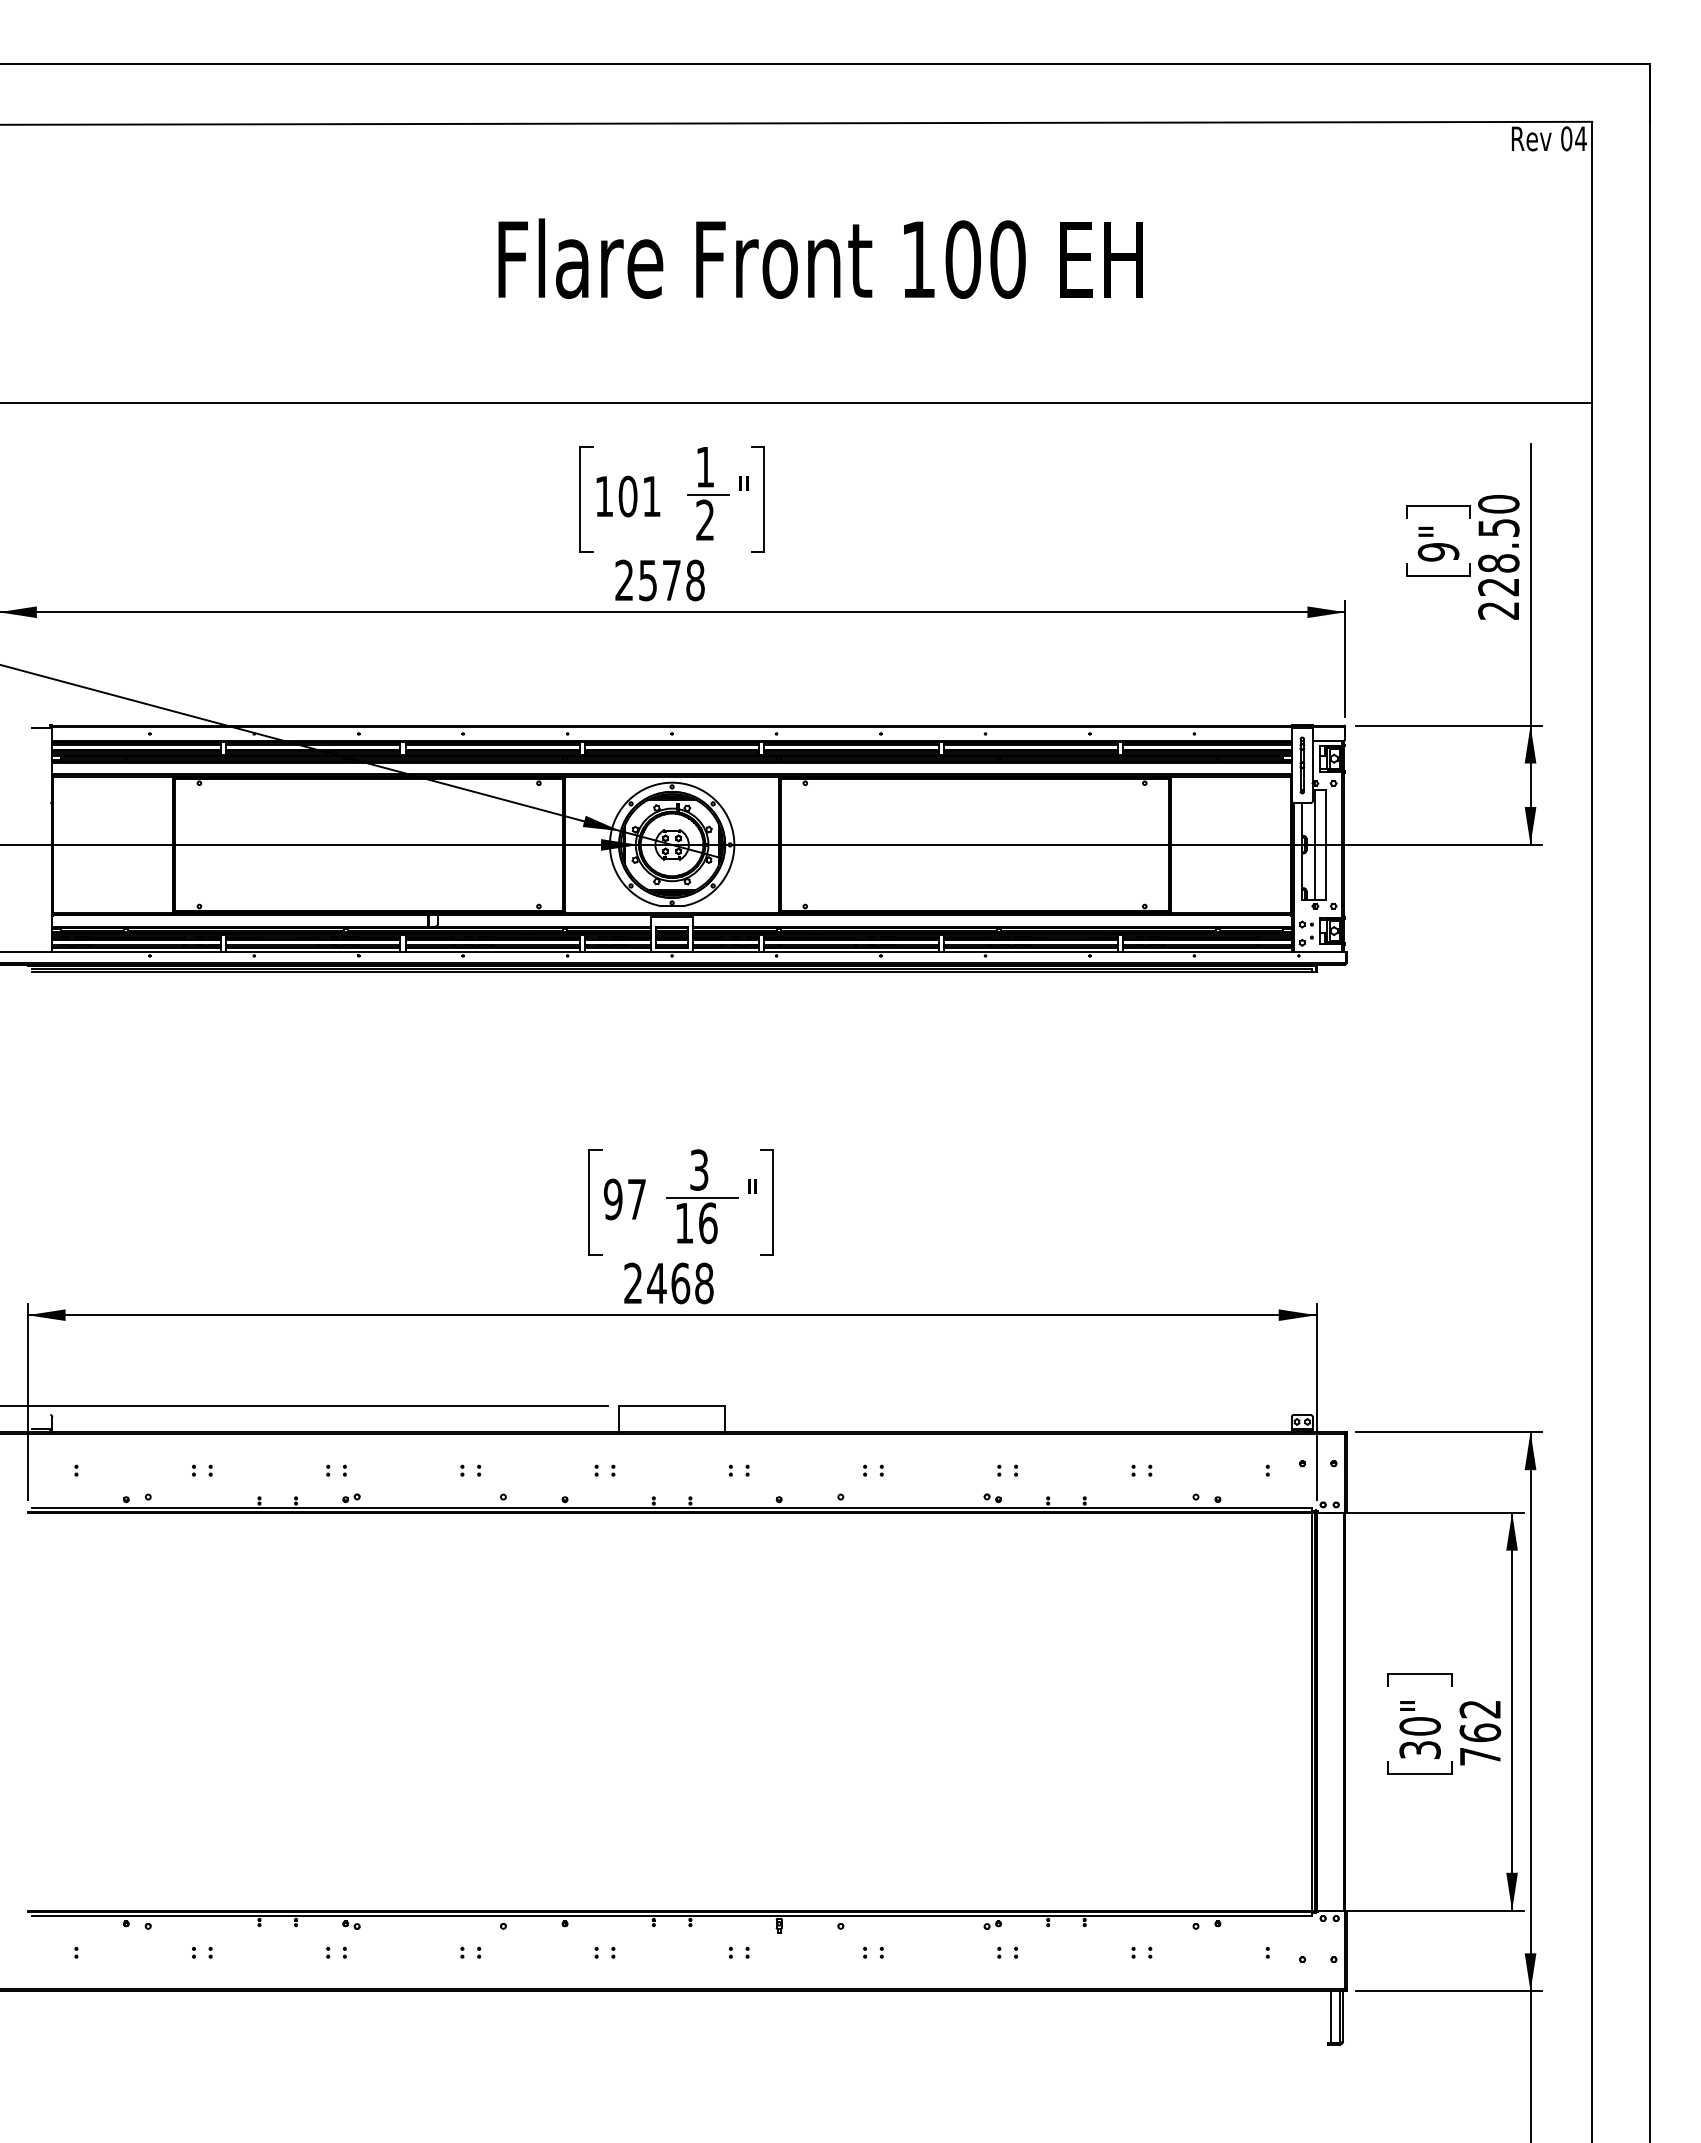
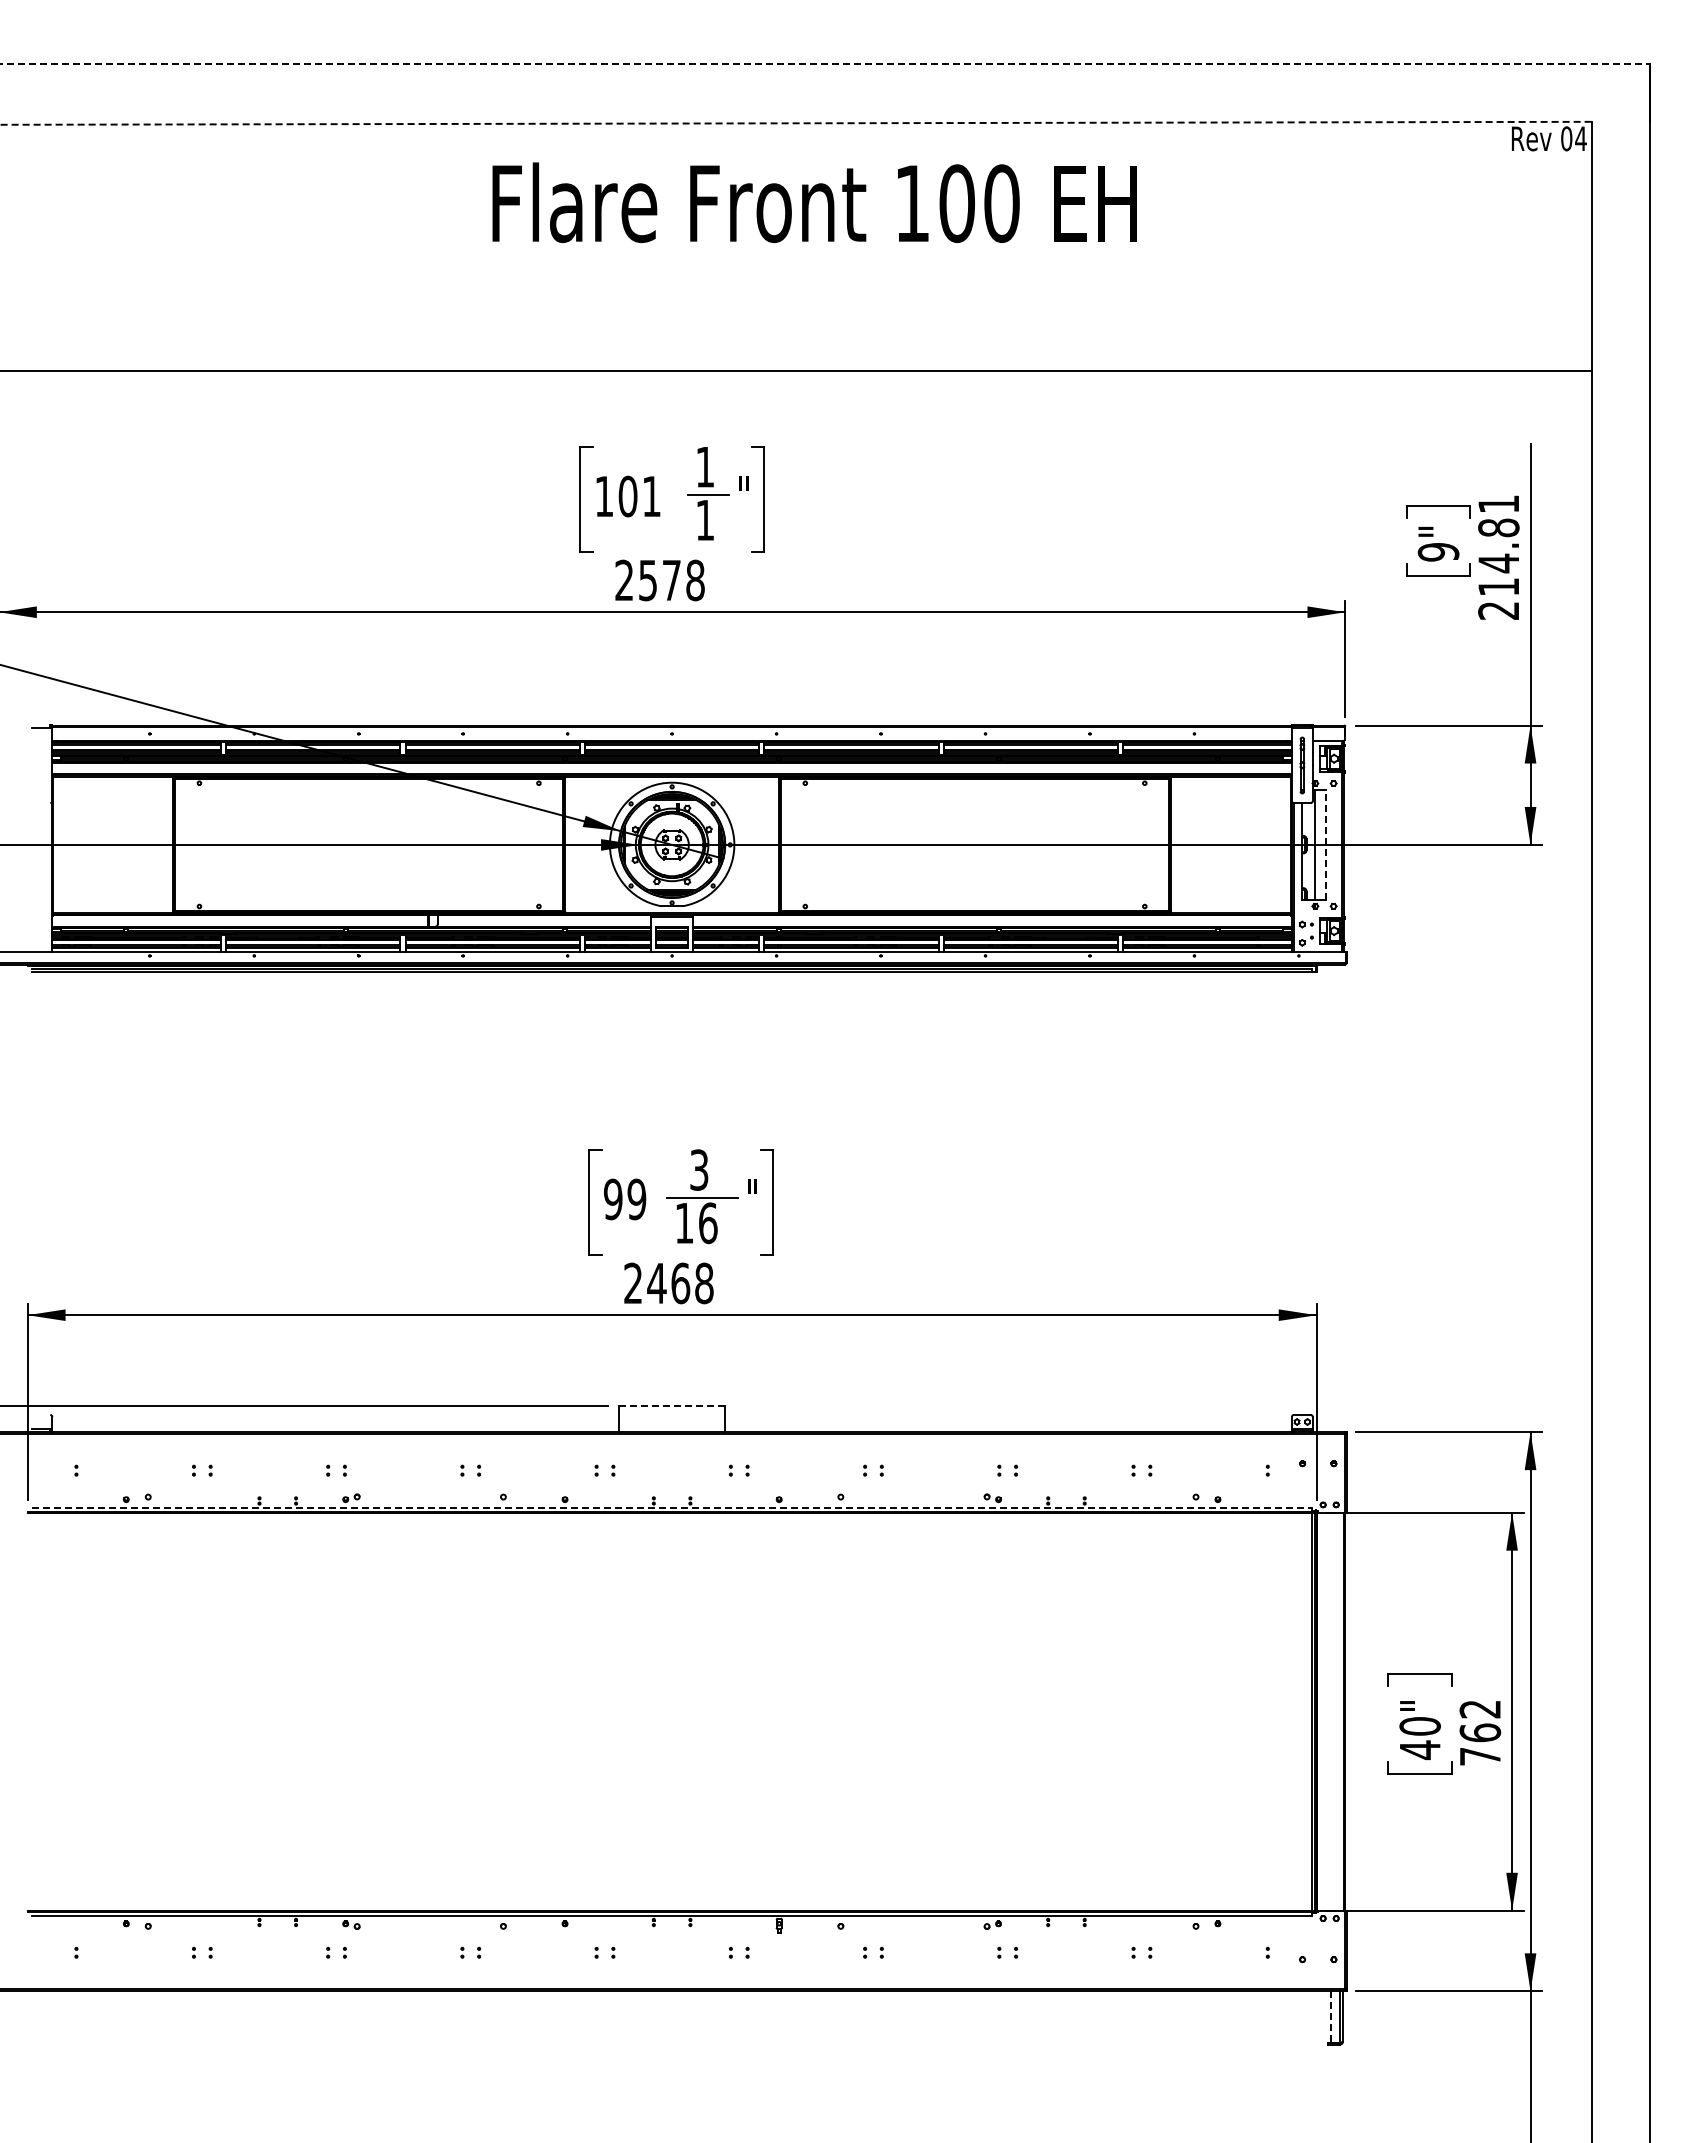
line at (825, 64): solid -> dashed
line at (796, 123): solid -> dashed
text at (820, 258) position: (820, 258) -> (814, 202)
line at (797, 403) position: (797, 403) -> (797, 371)
text at (704, 519): 2 -> 1
text at (1498, 545): 228.50 -> 214.81
line at (1325, 844): solid -> dashed
text at (636, 1199): 97 -> 99
line at (672, 1405): solid -> dashed
line at (672, 1507): solid -> dashed
text at (1419, 1750): 30" -> 40"
line at (1330, 2017): solid -> dashed
